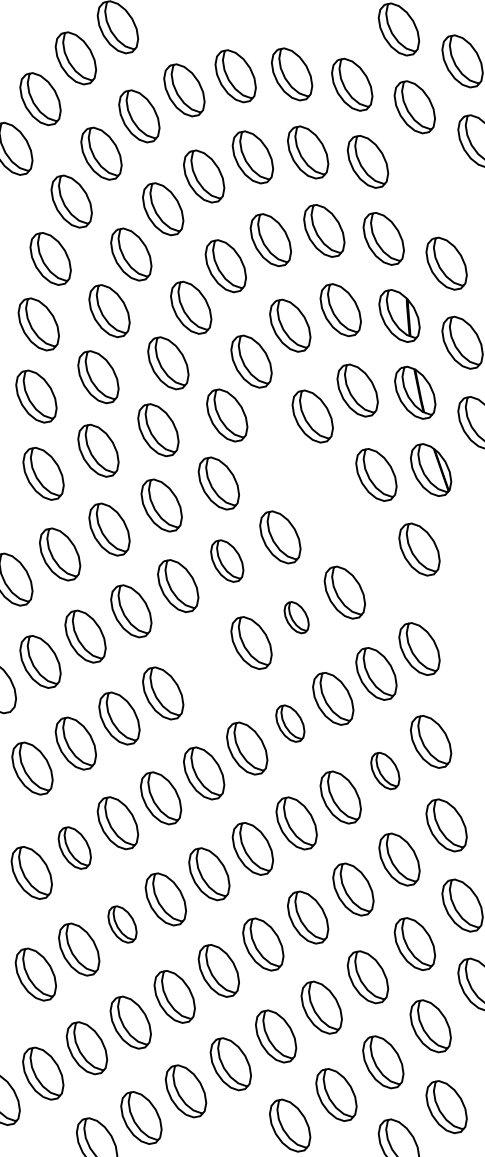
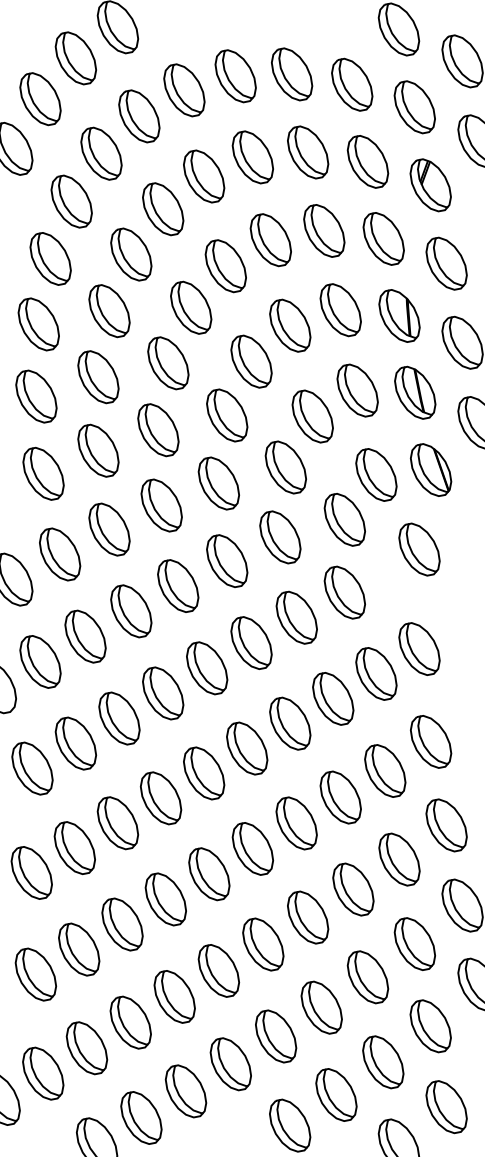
part at (430, 185): none -> present
part at (285, 467): none -> present
part at (344, 519): none -> present
part at (227, 560) size: 35x44 px -> 43x54 px
part at (296, 617) size: 27x34 px -> 43x55 px
part at (207, 668): none -> present
part at (290, 723) size: 31x39 px -> 43x55 px
part at (385, 771) size: 31x39 px -> 43x54 px
part at (74, 847) size: 35x44 px -> 43x54 px
part at (122, 924) size: 31x39 px -> 43x55 px
